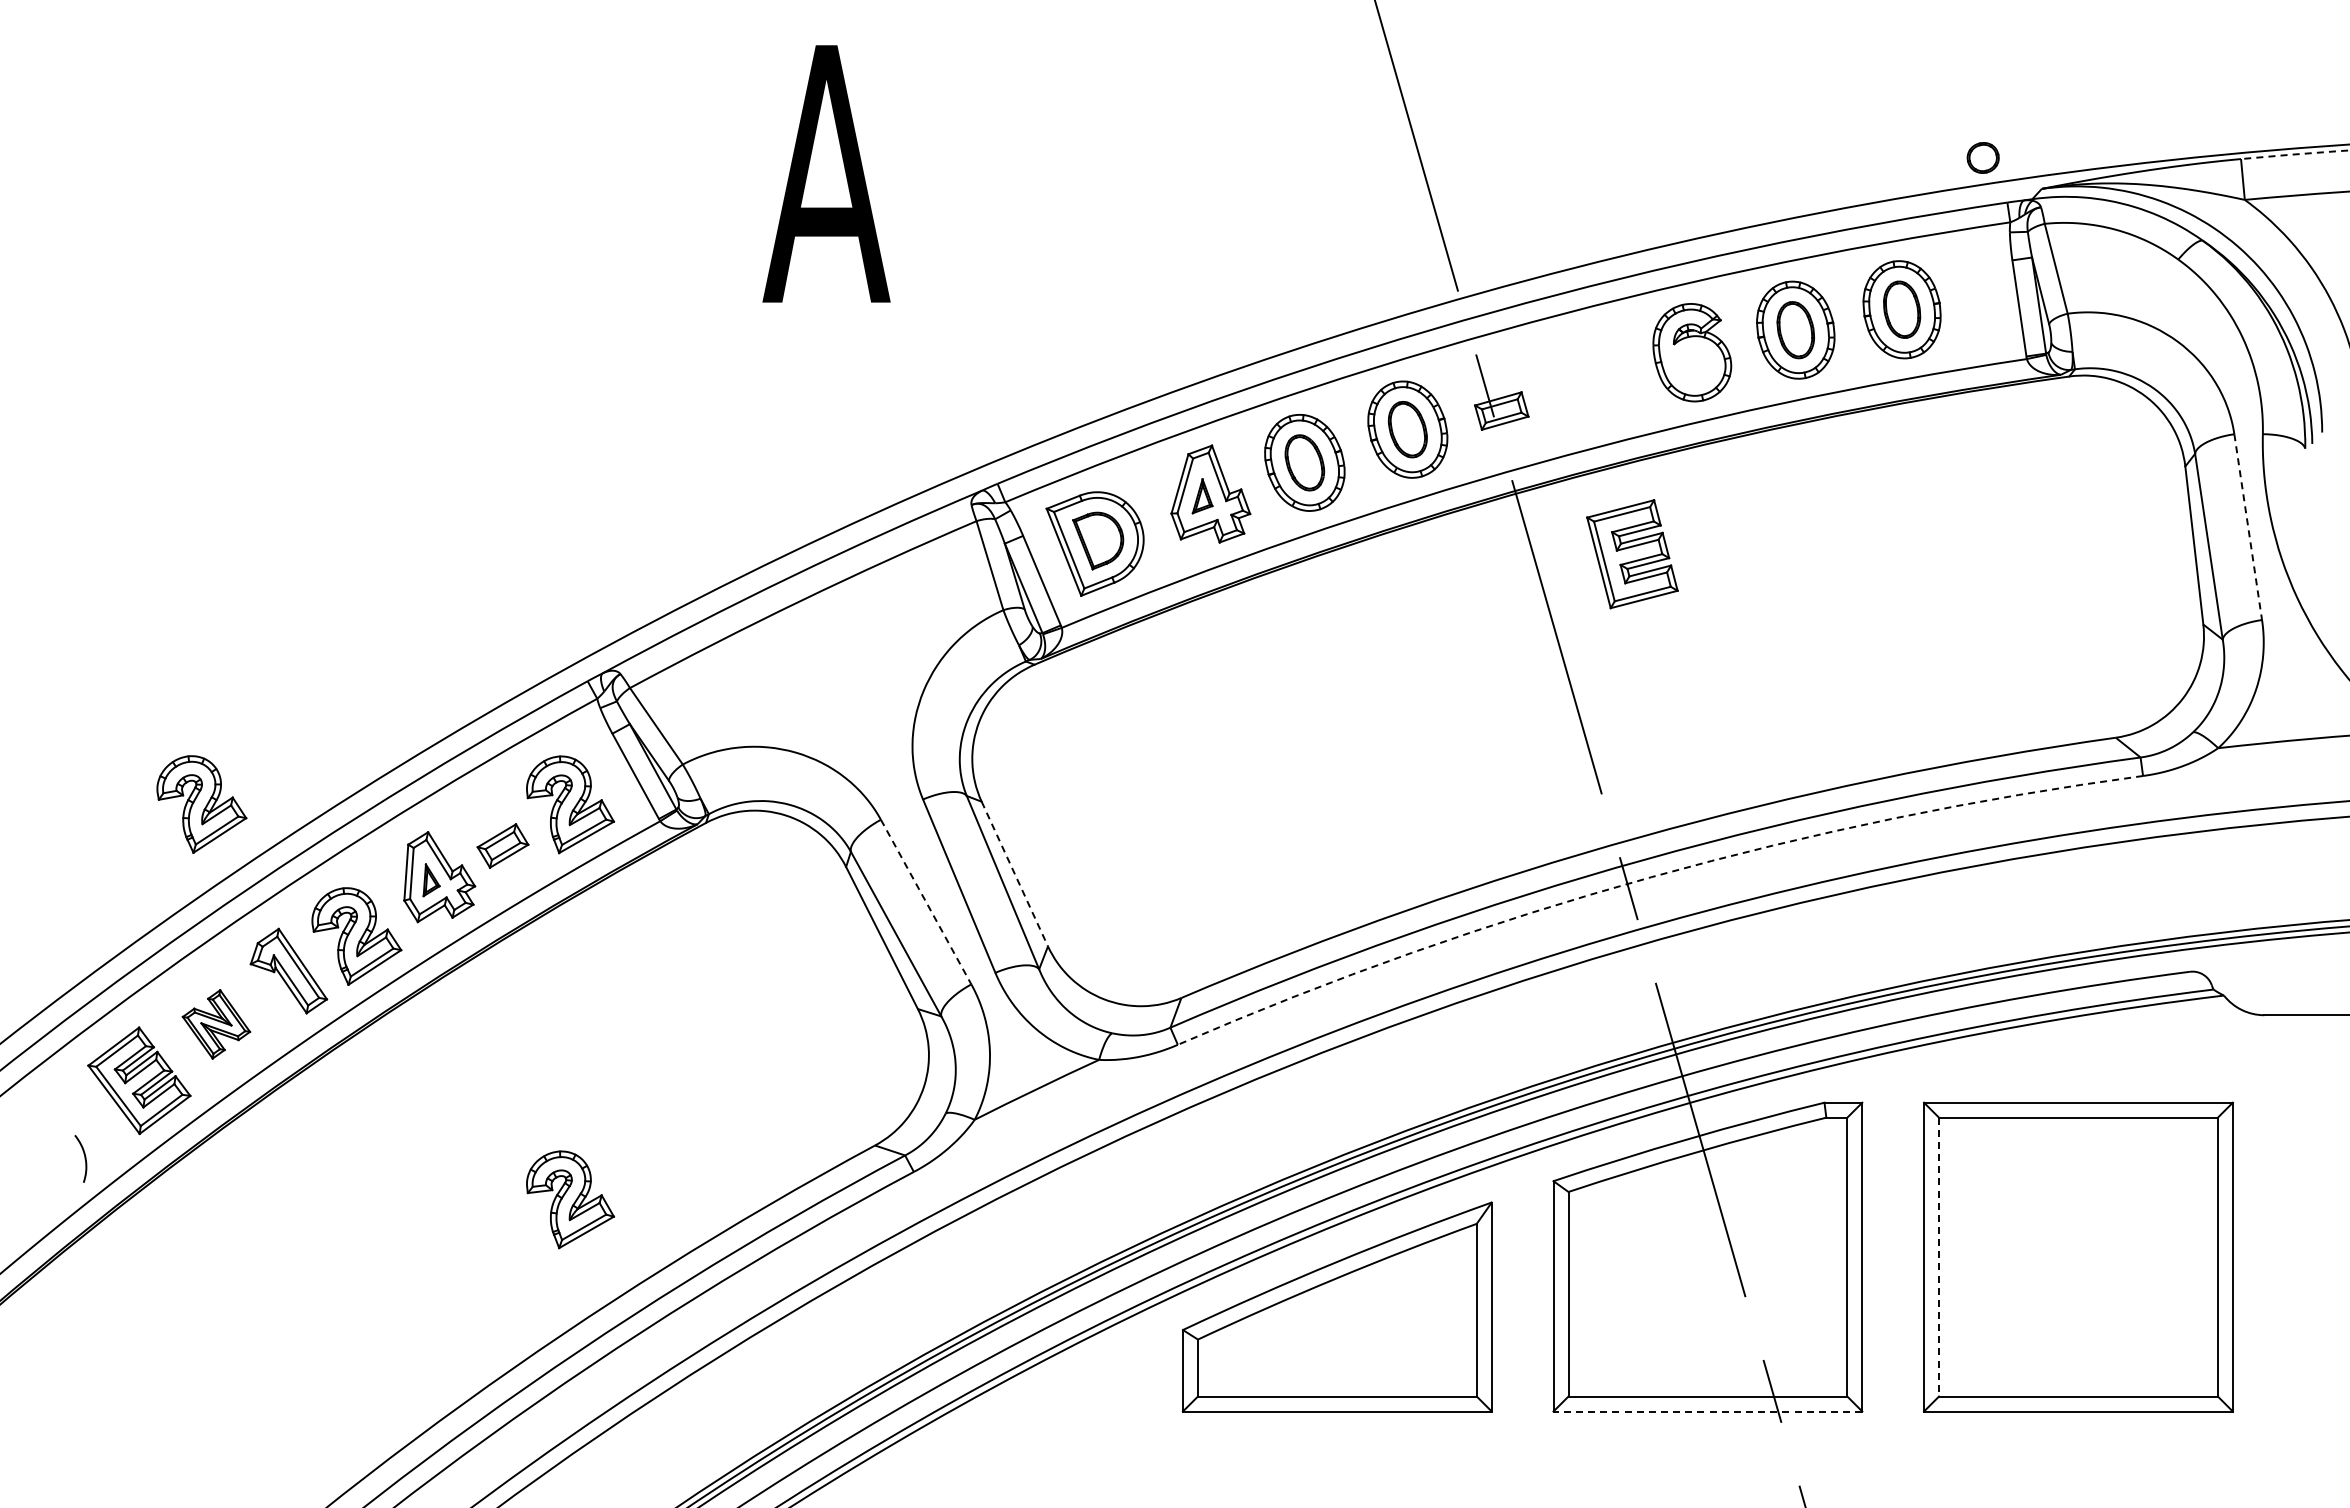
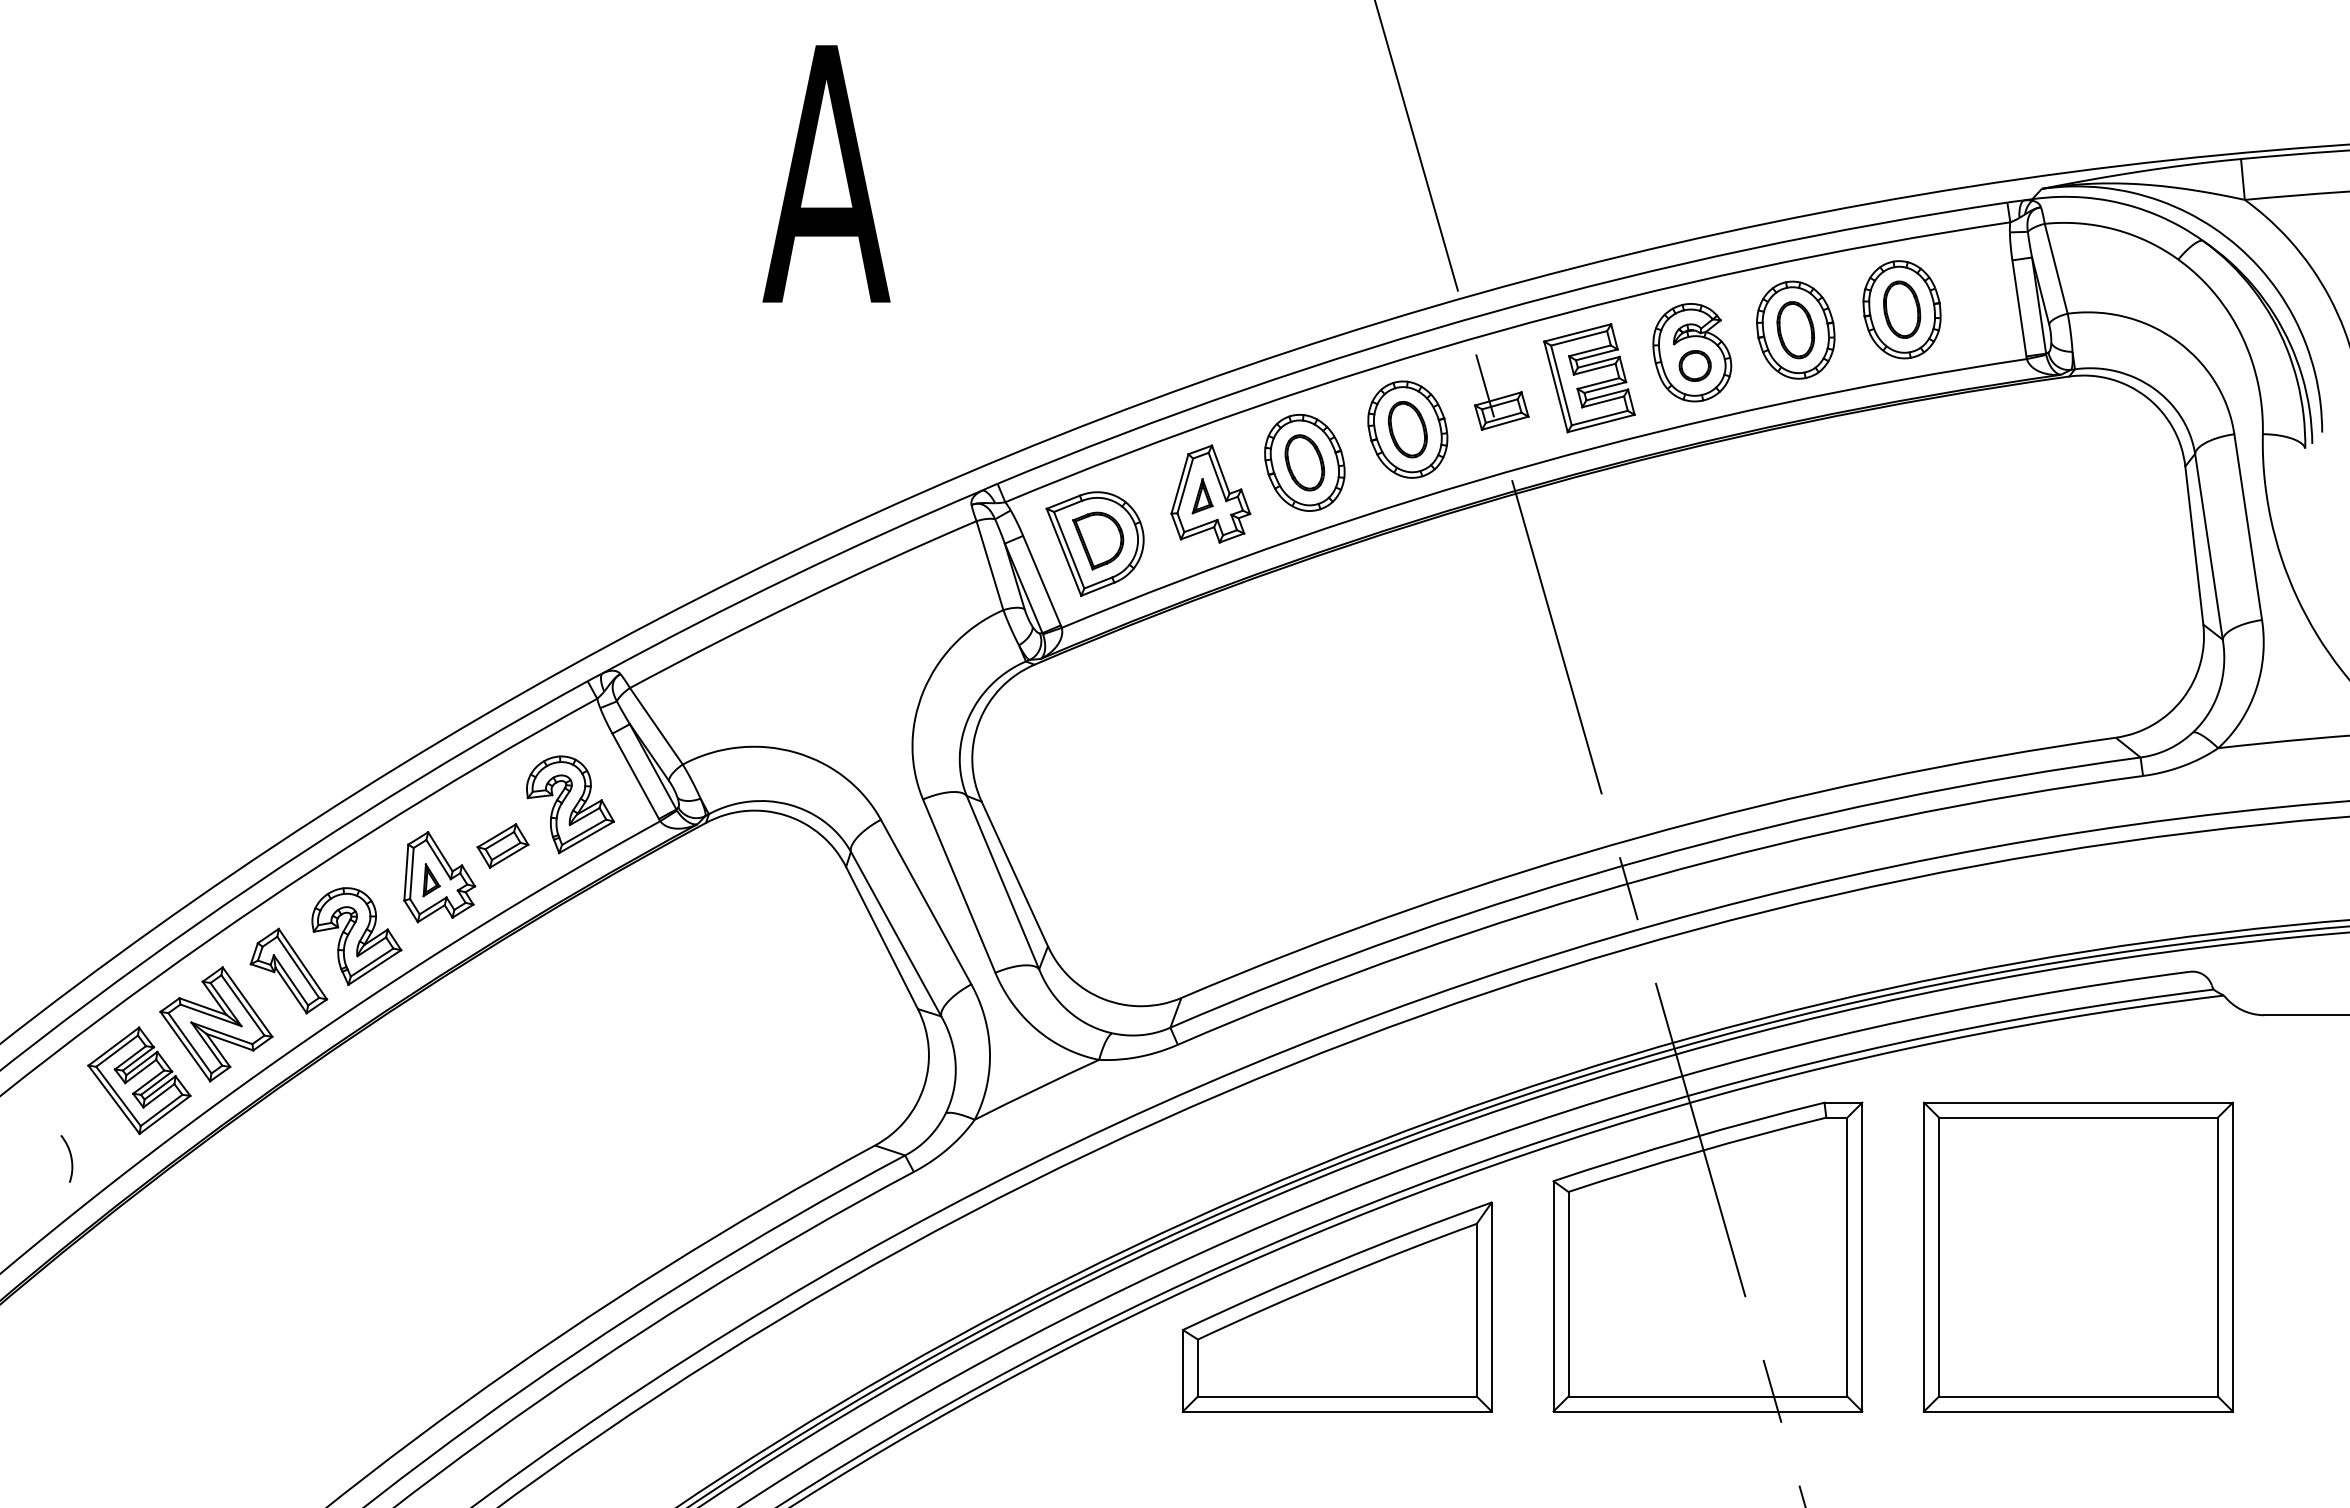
arc at (2295, 154): dashed -> solid
part at (1982, 157) position: (1982, 157) -> (1694, 365)
line at (2248, 527): dashed -> solid
part at (1632, 554) position: (1632, 554) -> (1589, 378)
part at (201, 804): present -> none
line at (1014, 874): dashed -> solid
arc at (1651, 877): dashed -> solid
line at (926, 902): dashed -> solid
part at (216, 1024) size: 71x71 px -> 115x117 px
curve at (84, 1158) position: (84, 1158) -> (70, 1158)
part at (570, 1199): present -> none
line at (1939, 1257): dashed -> solid
line at (1707, 1411): dashed -> solid
